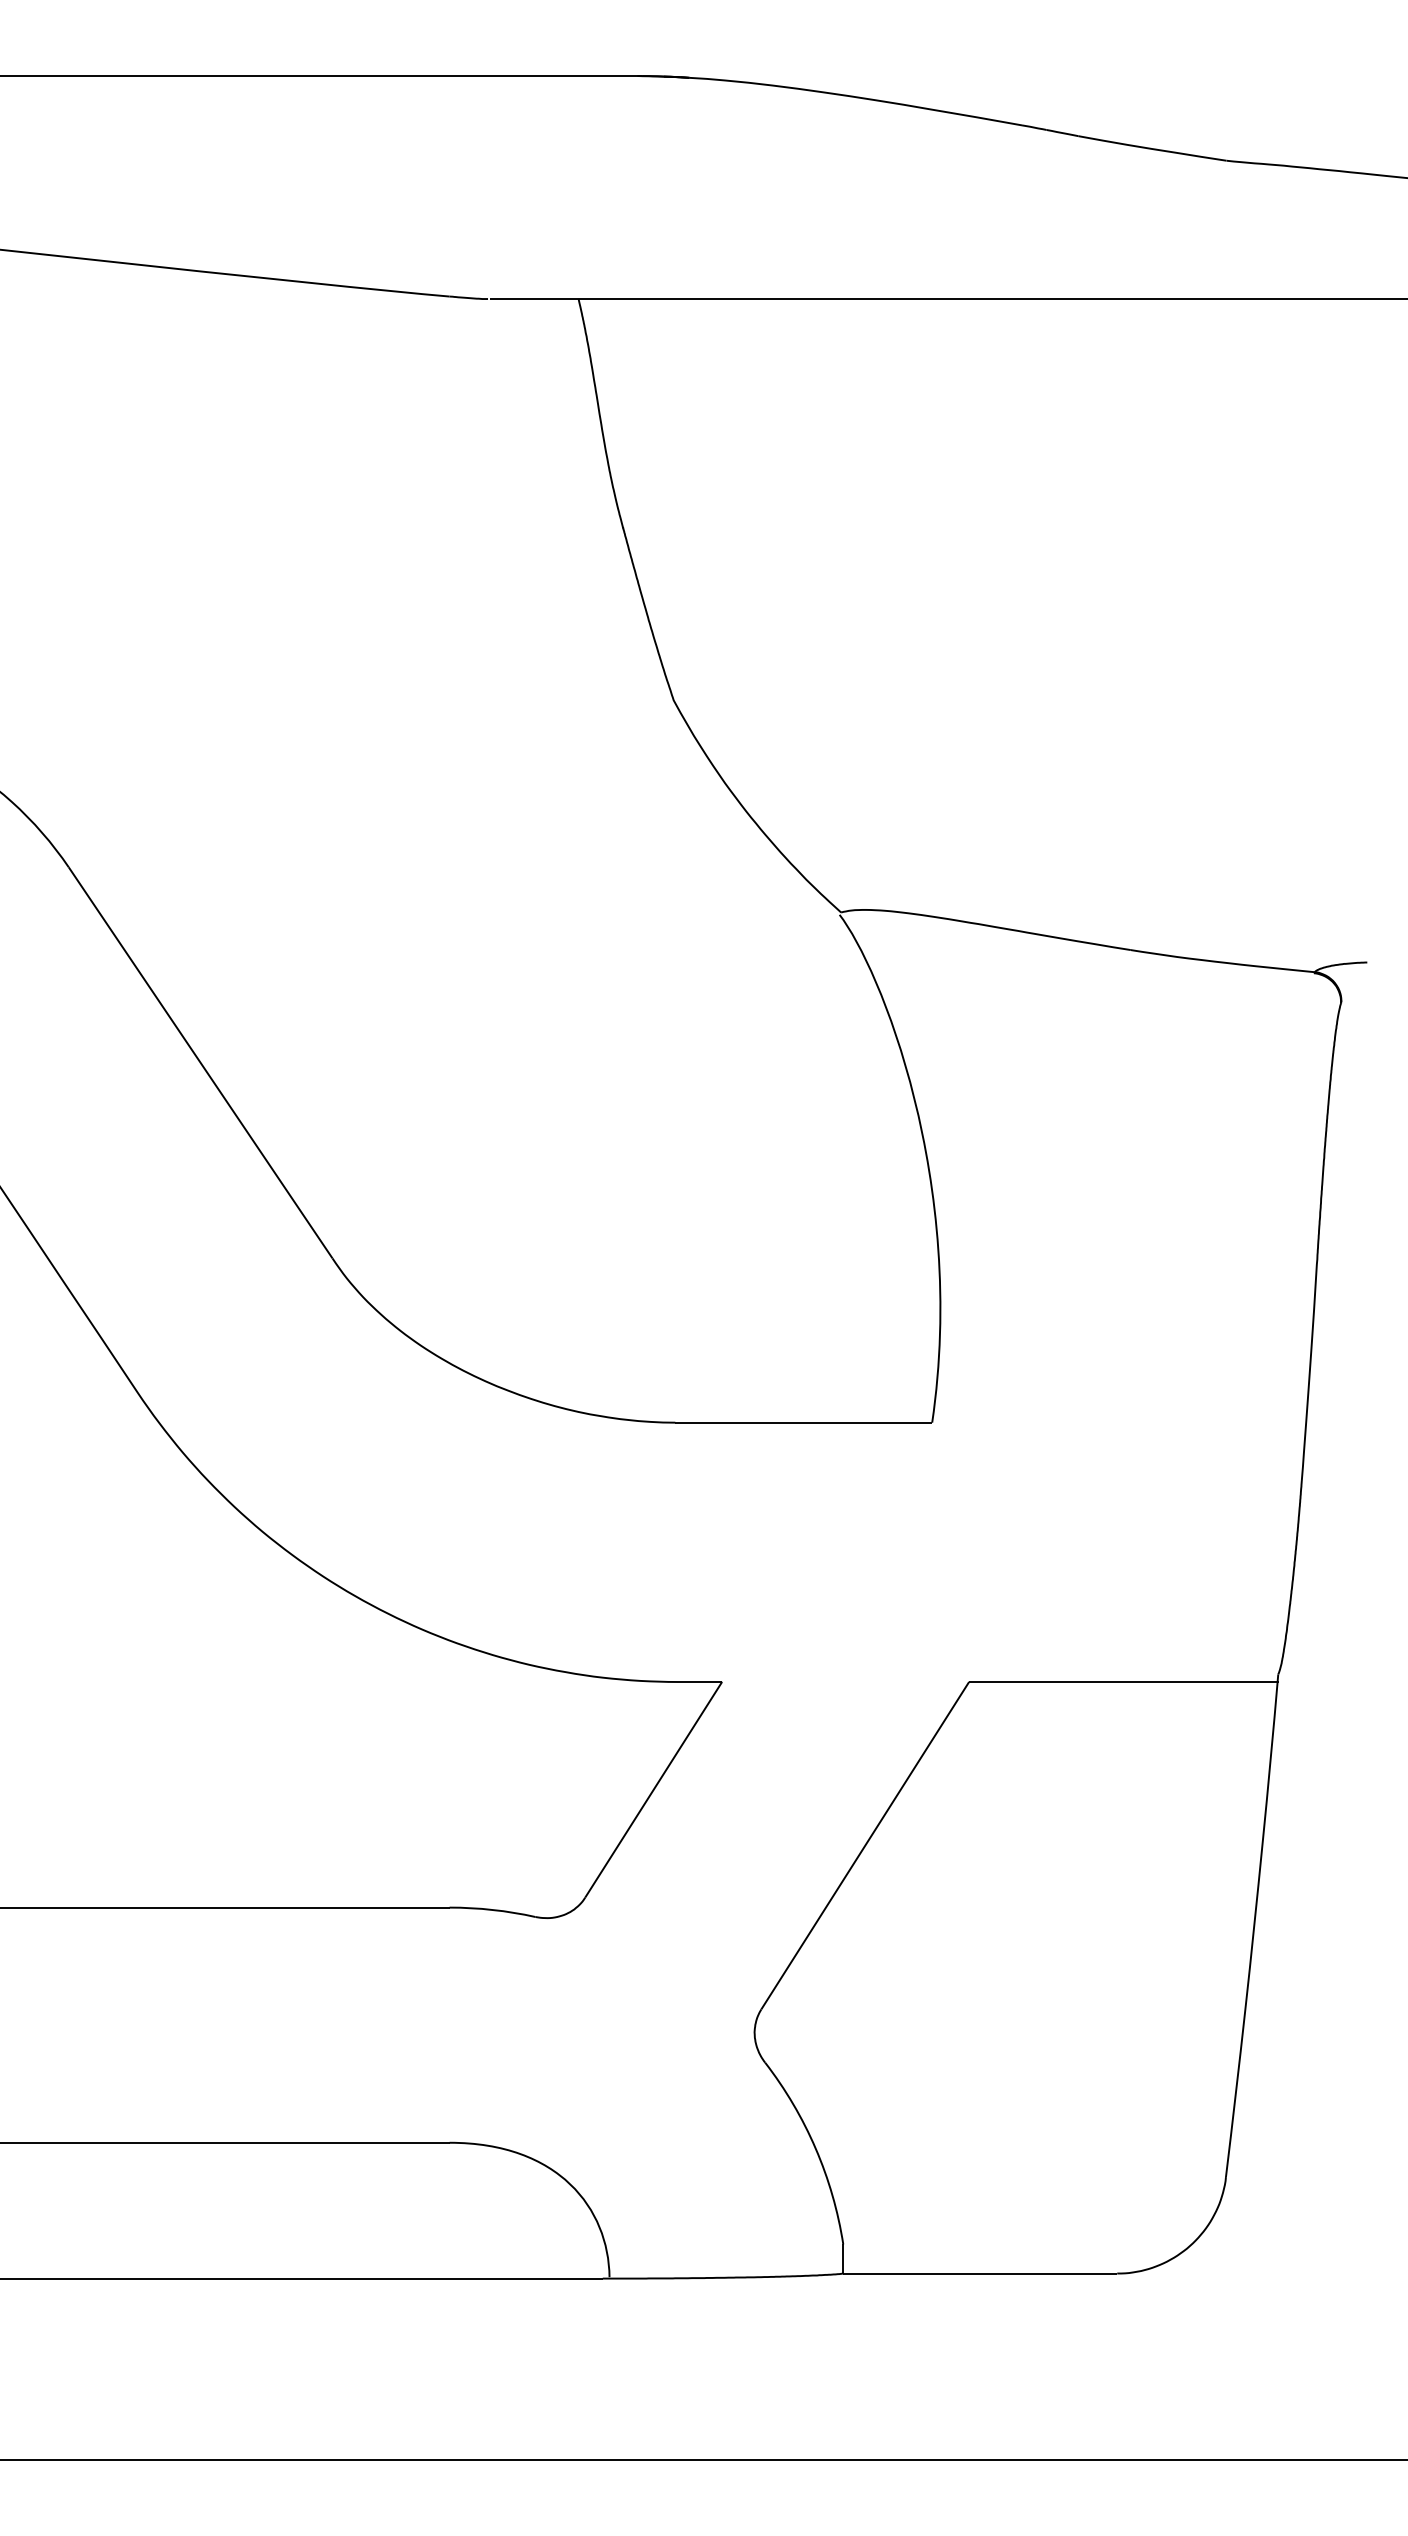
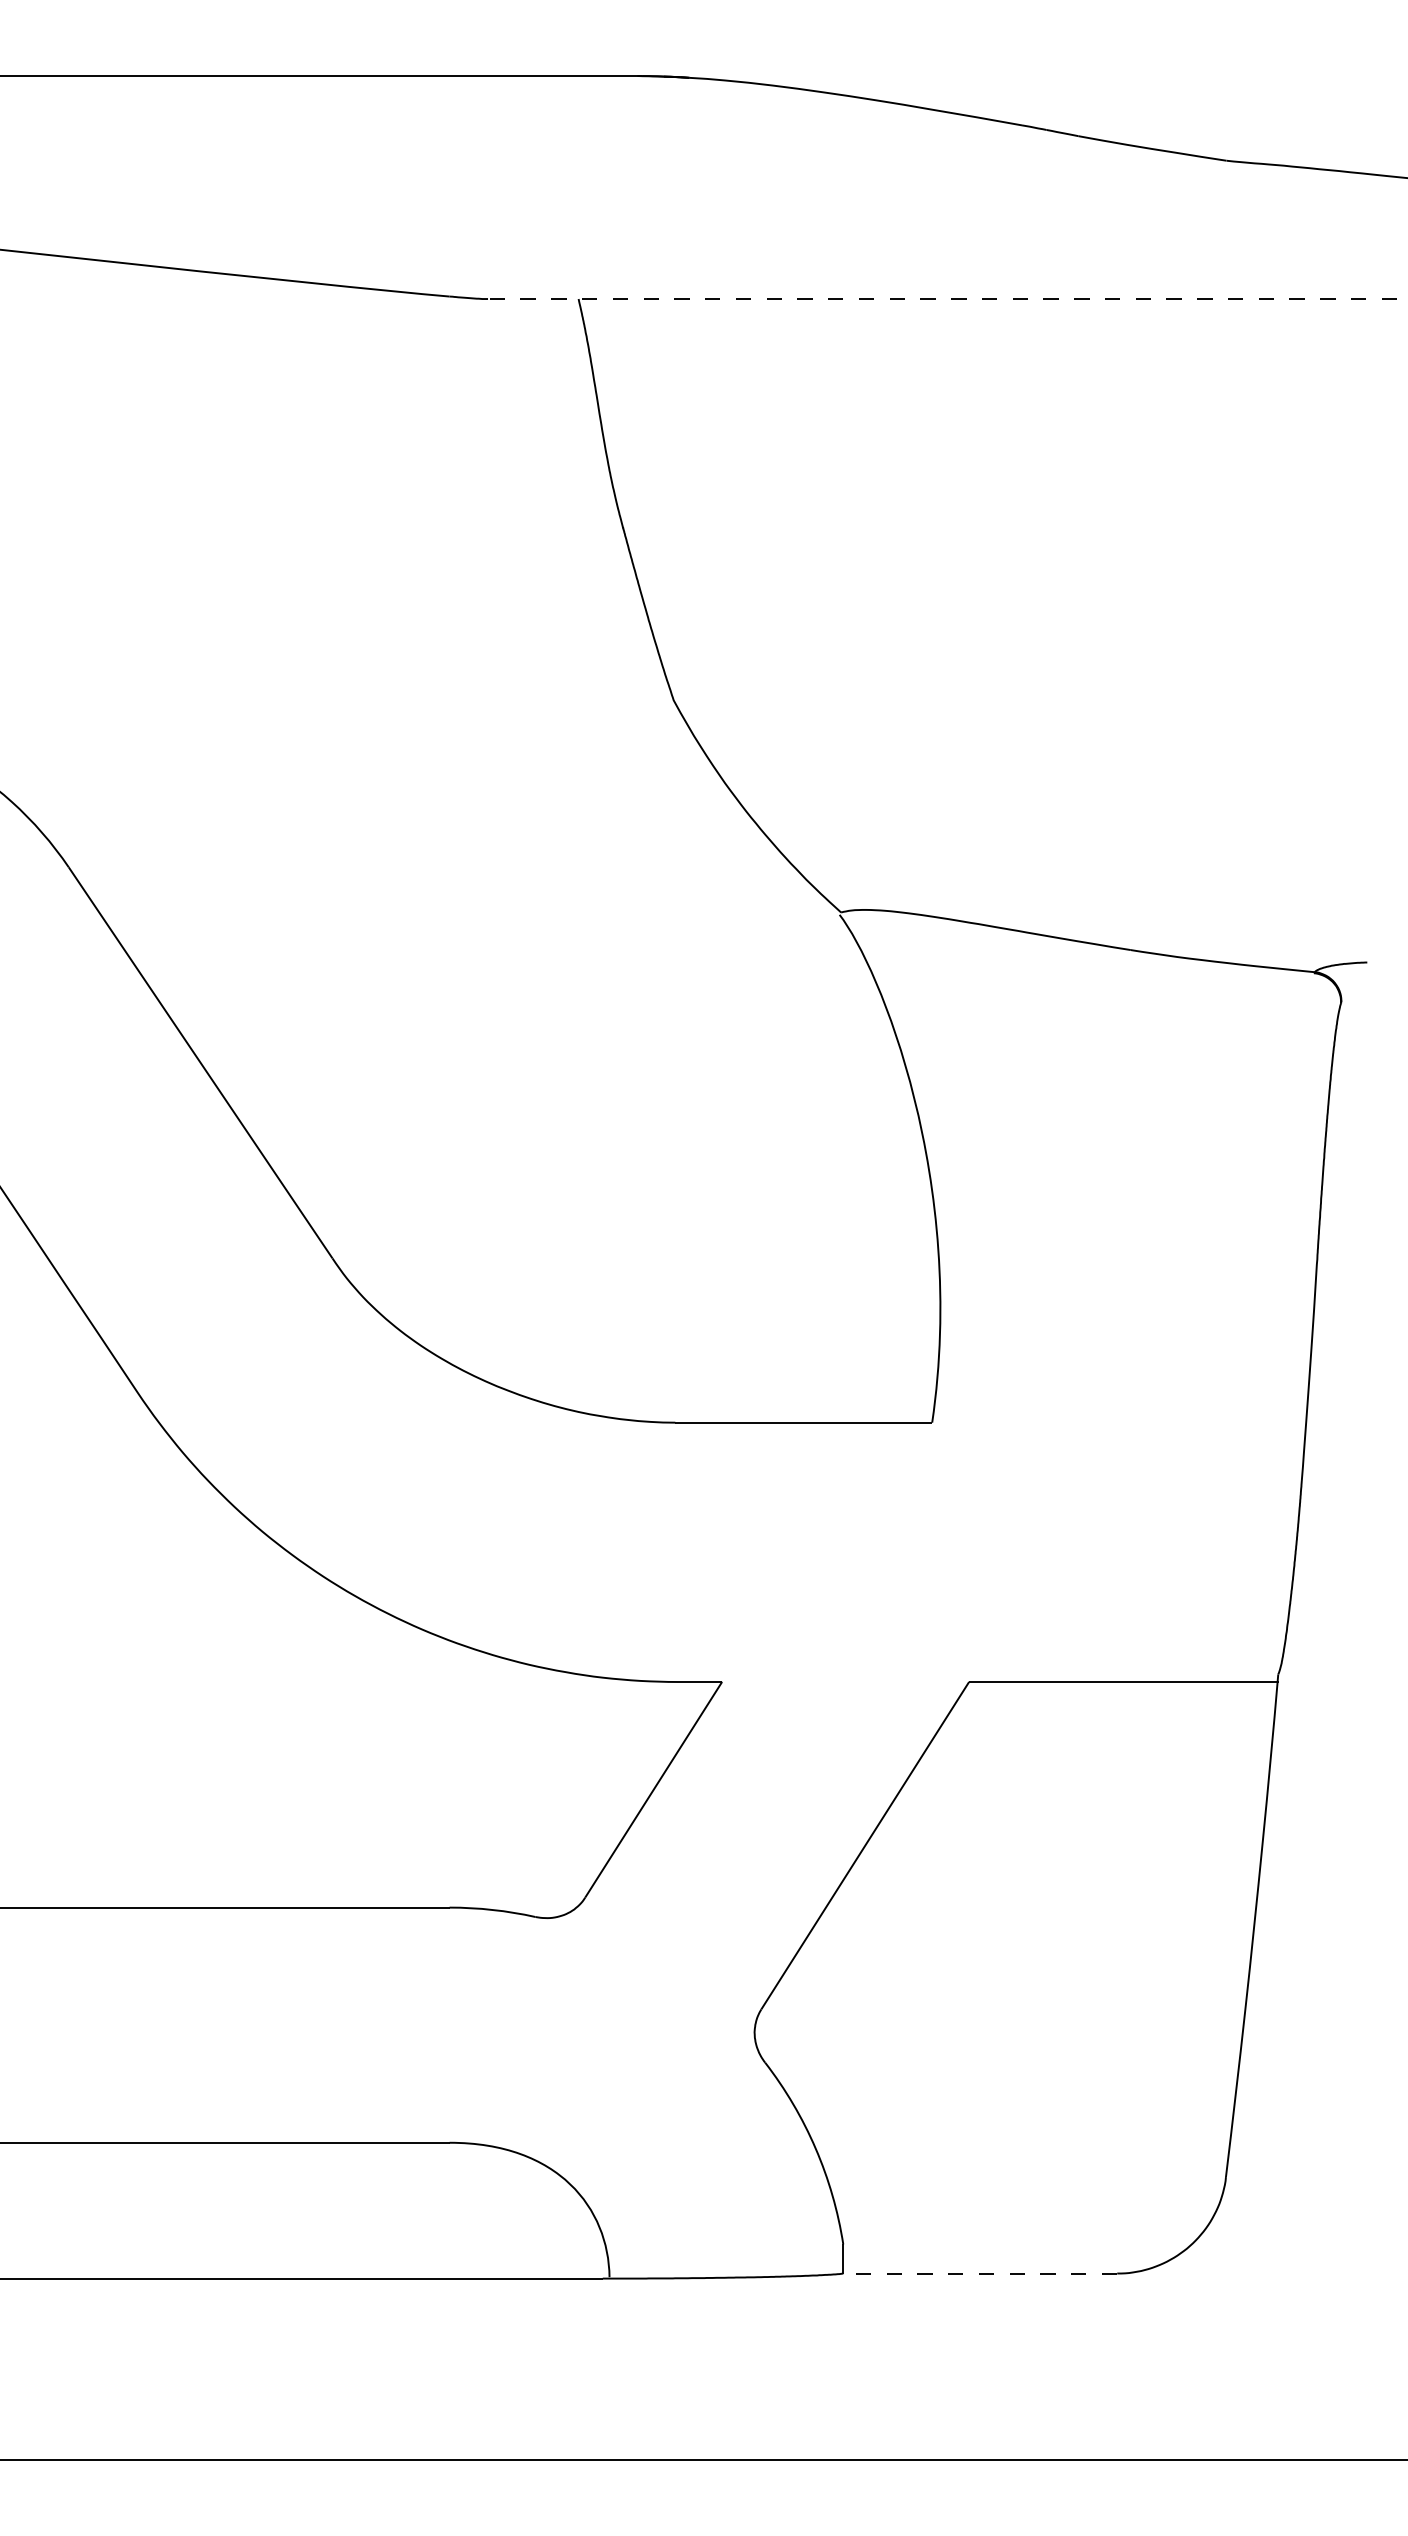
line at (948, 299): solid -> dashed
line at (980, 2273): solid -> dashed
